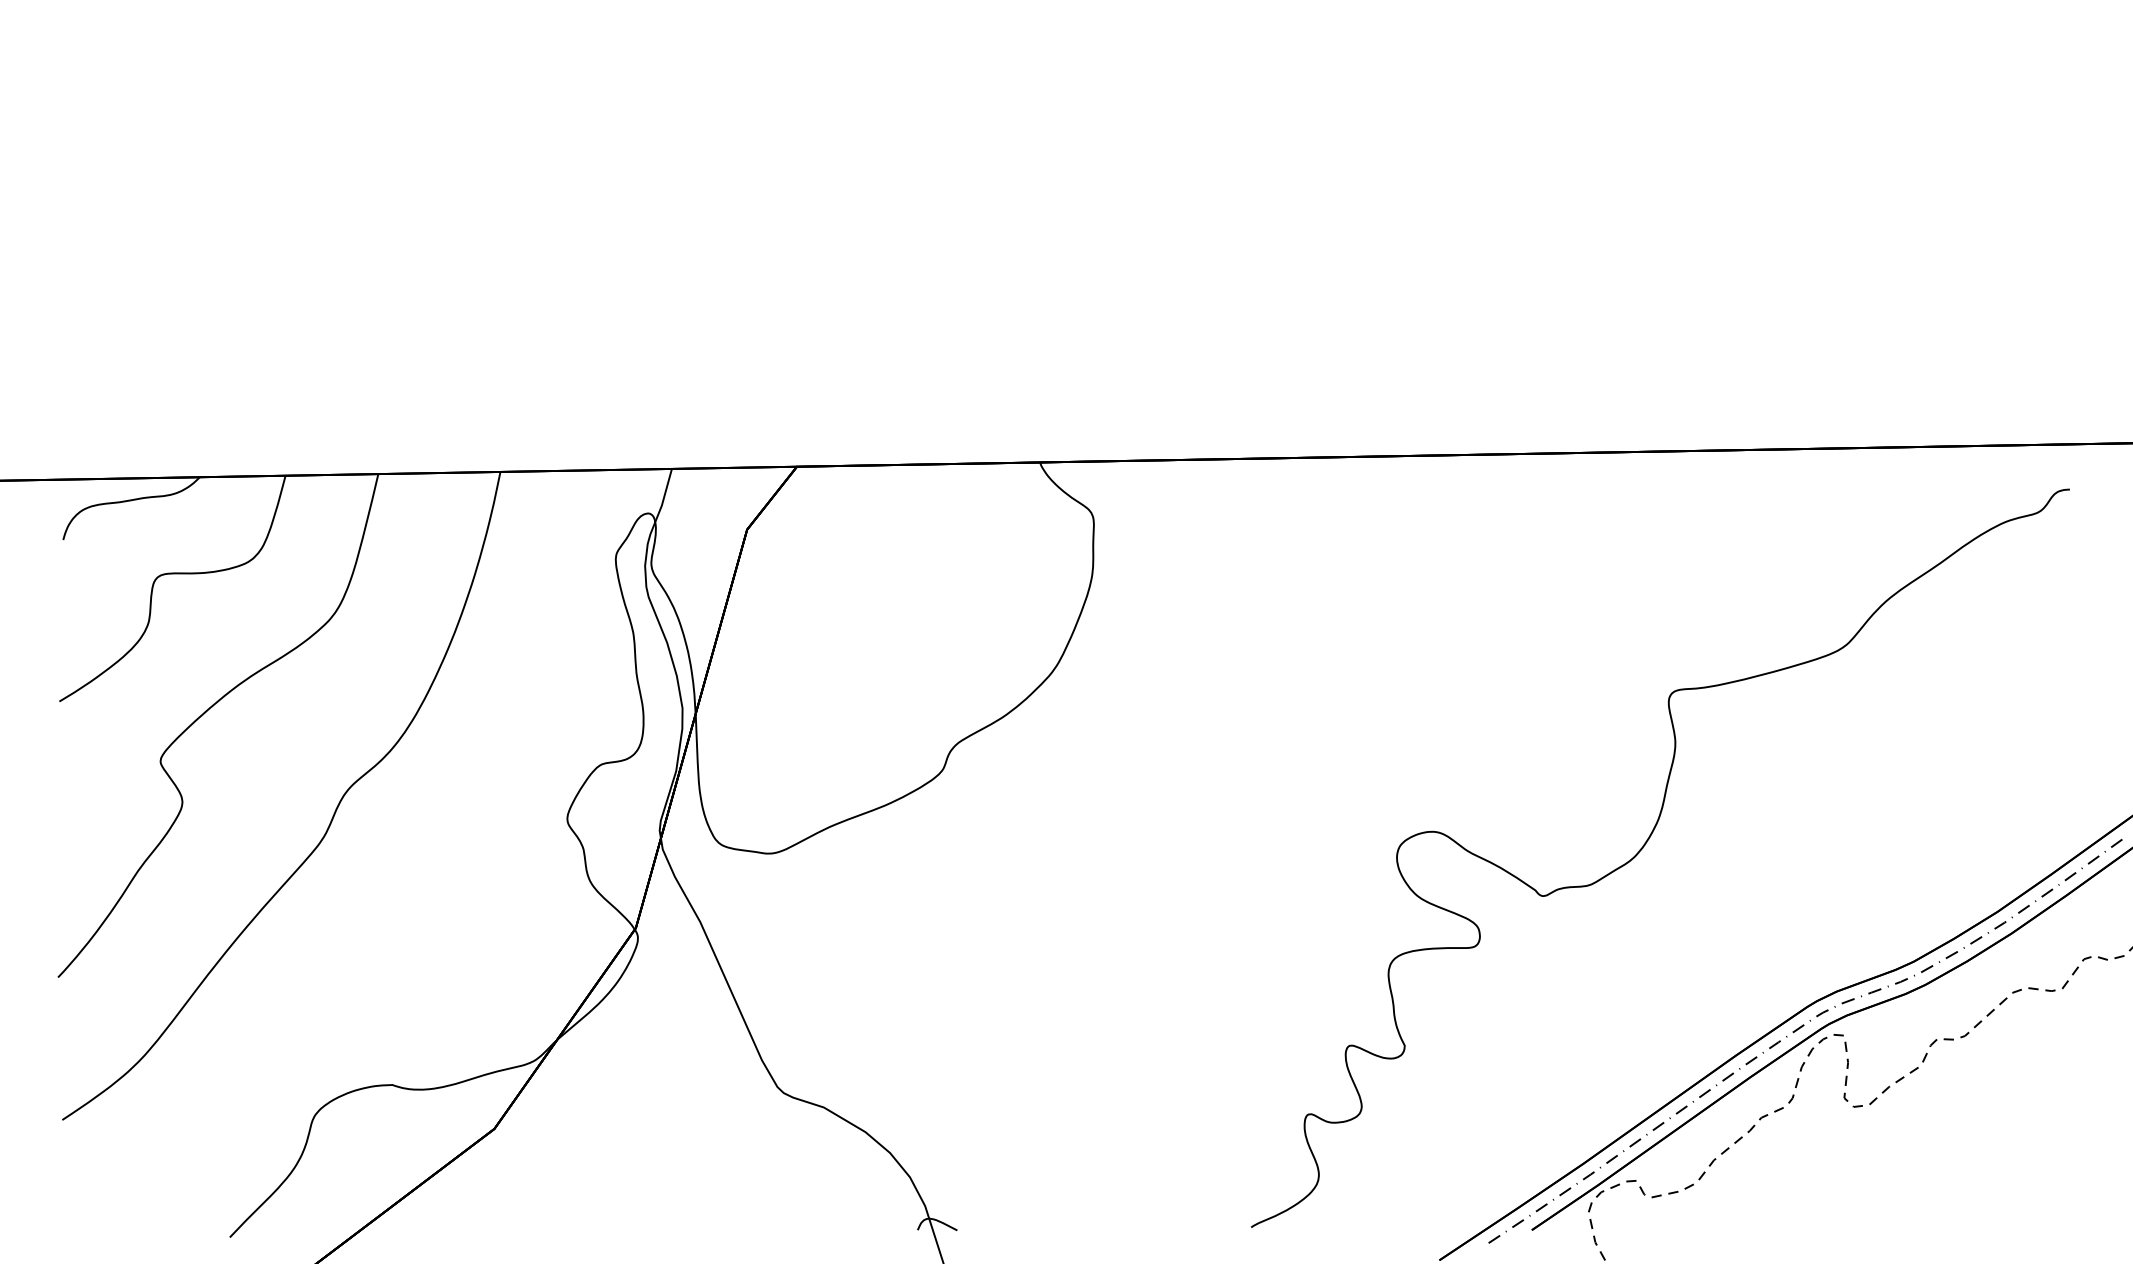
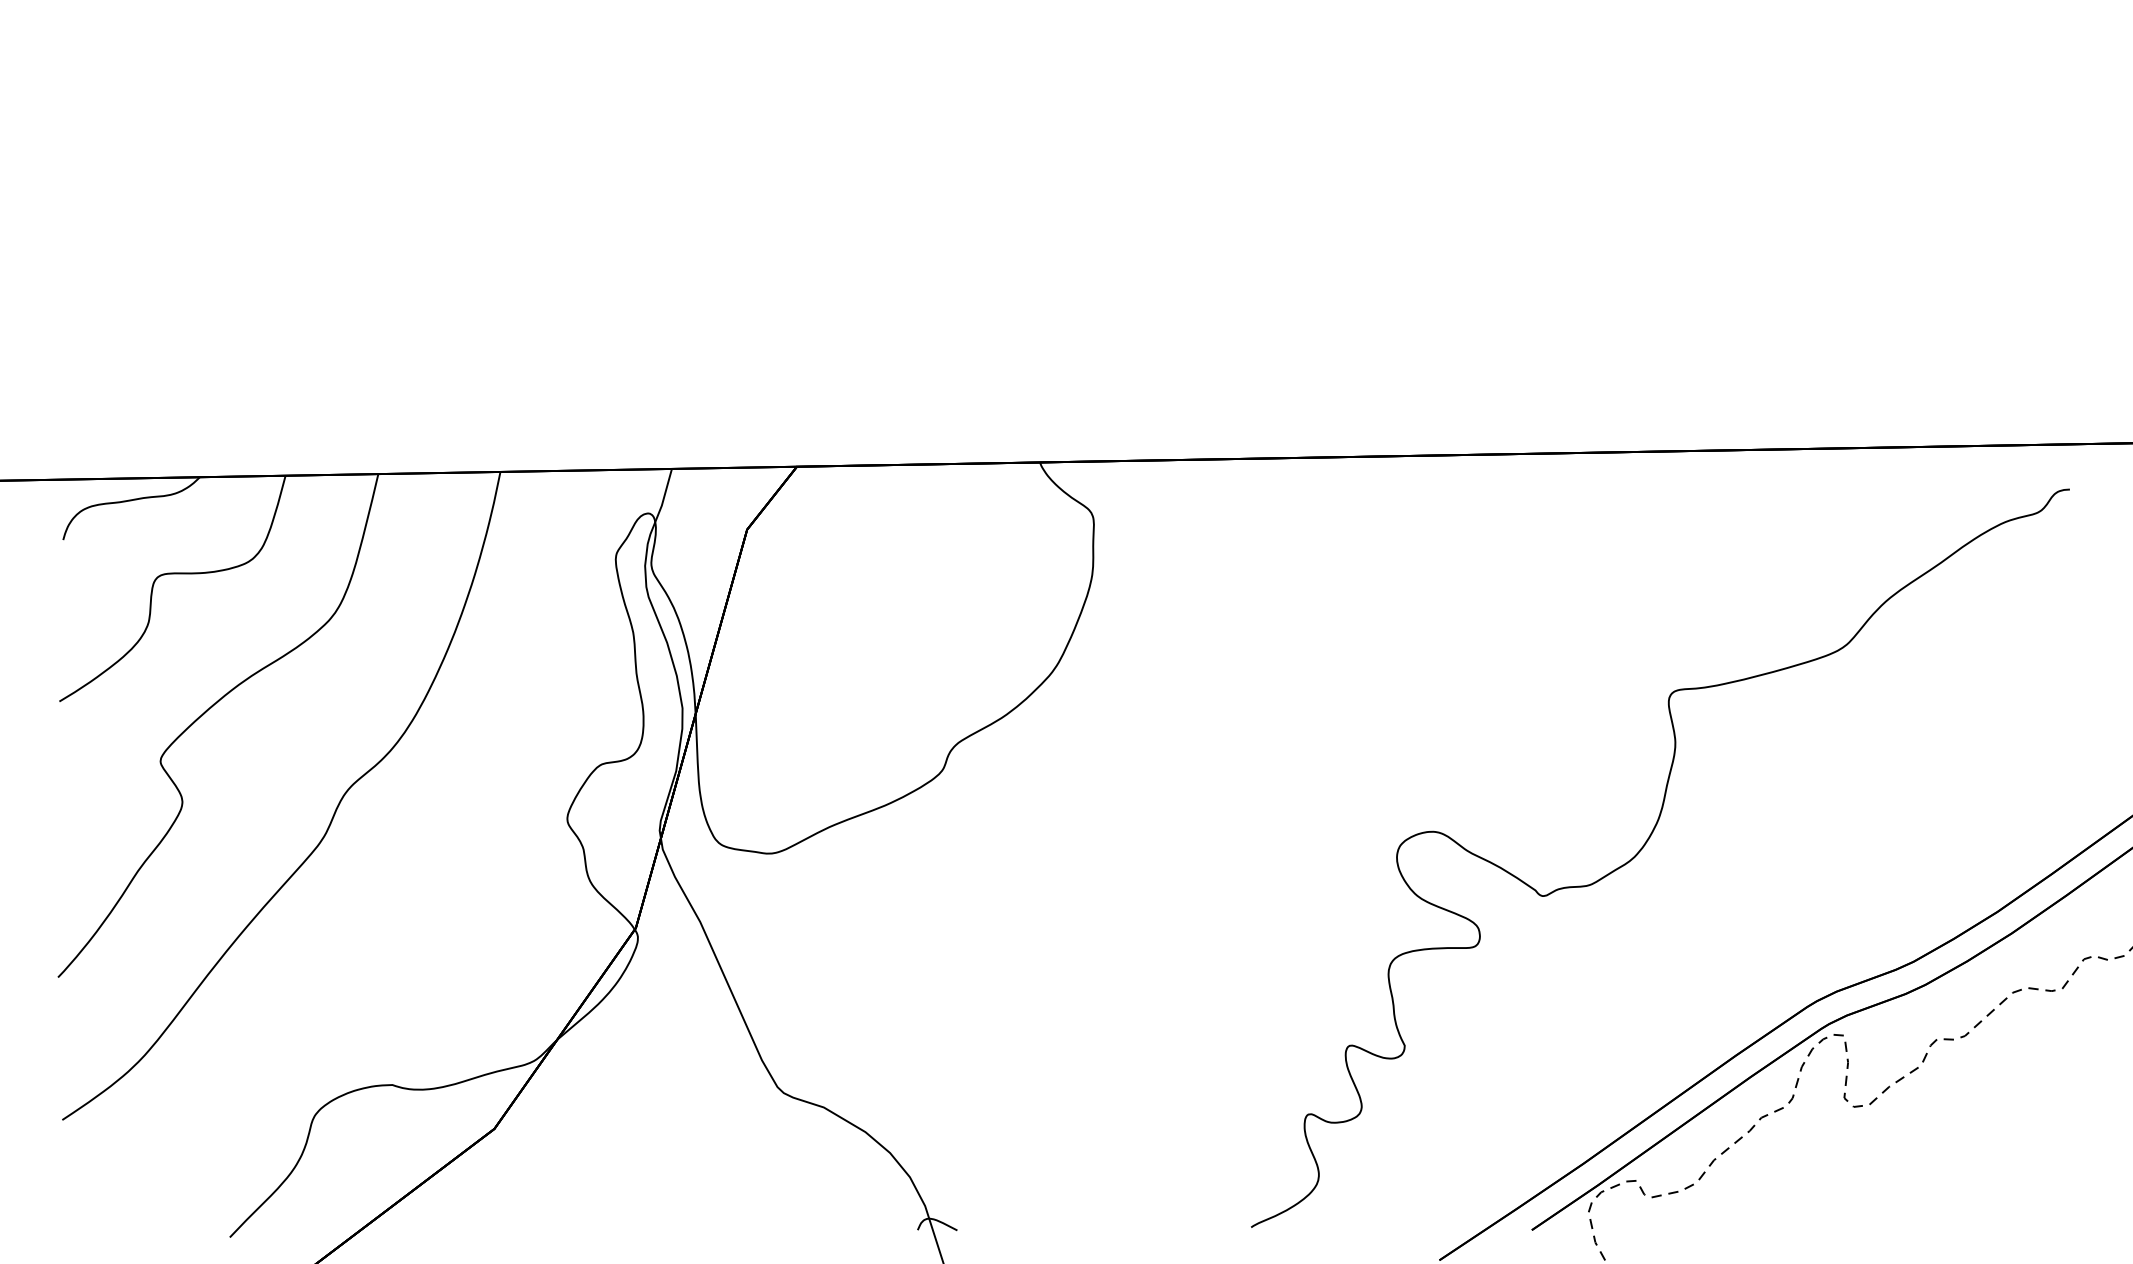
curve at (1799, 1029): present -> none
